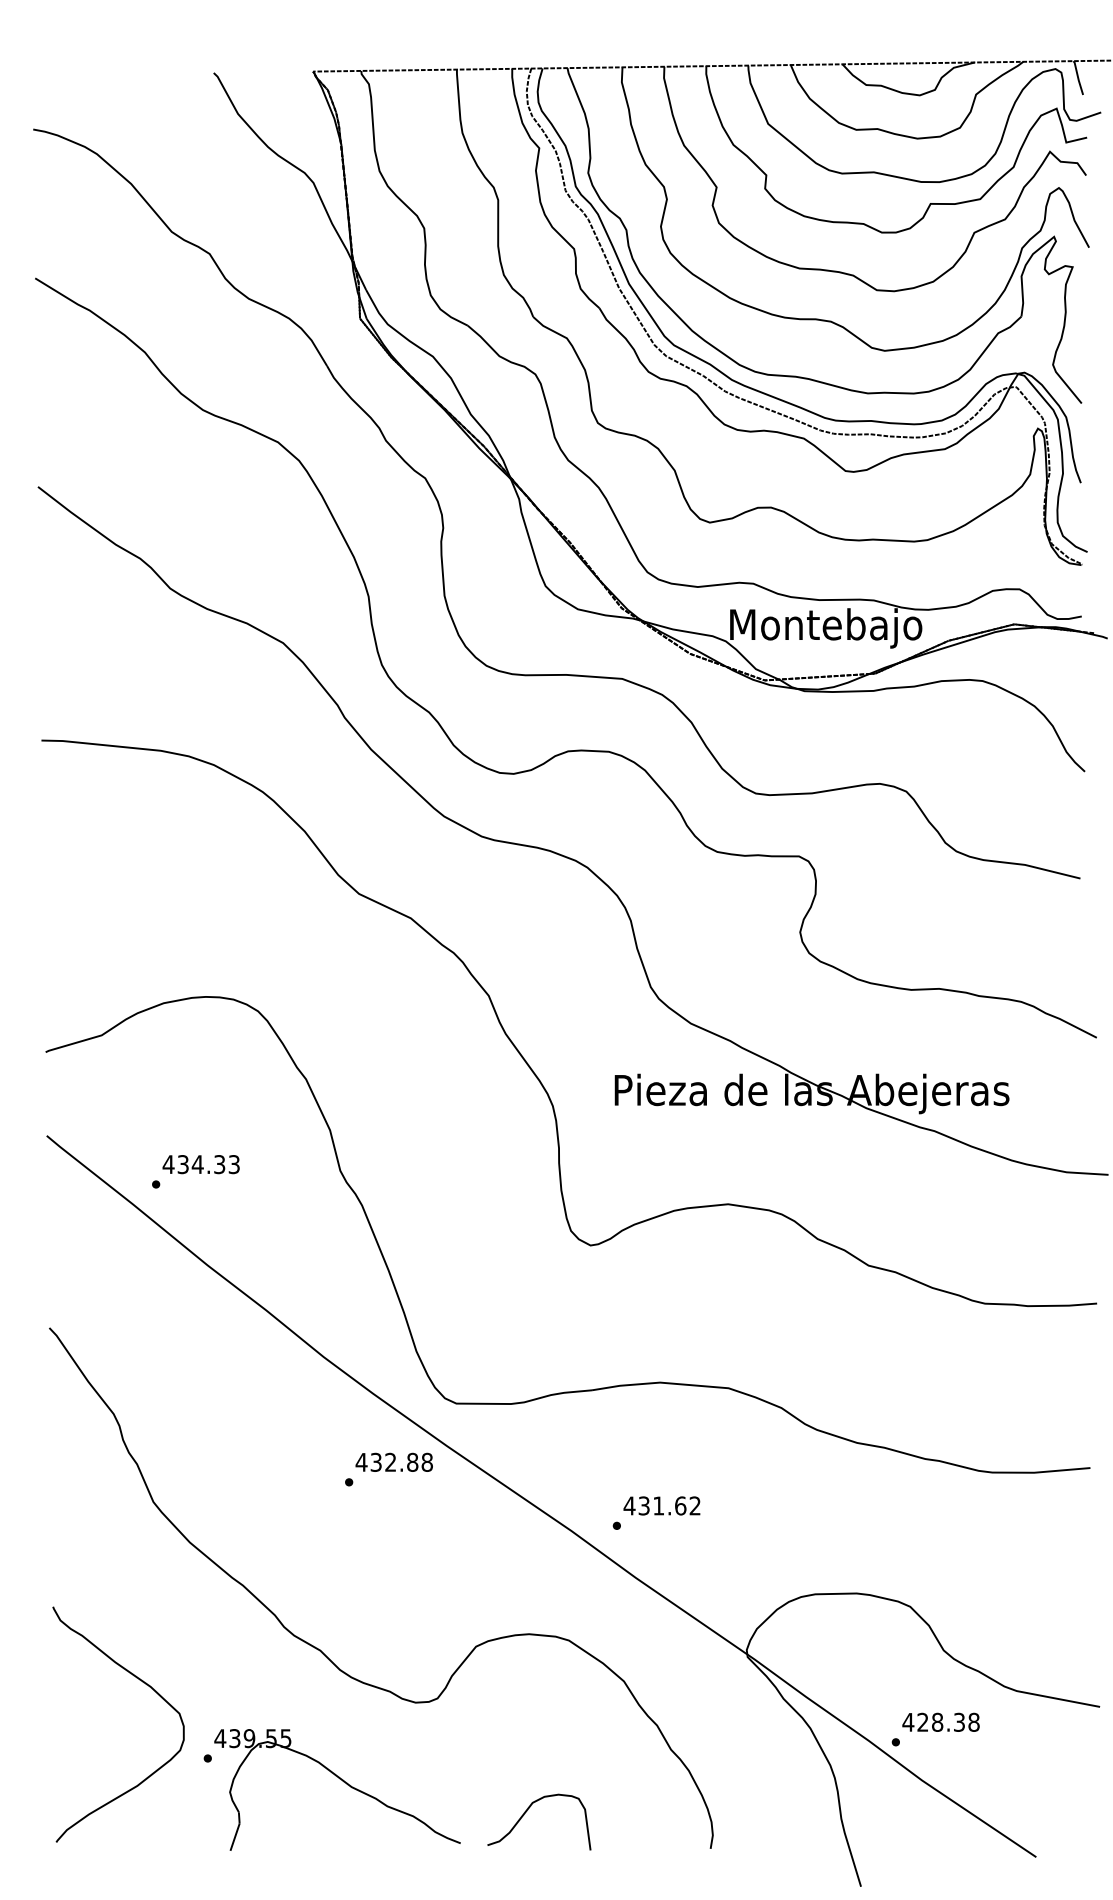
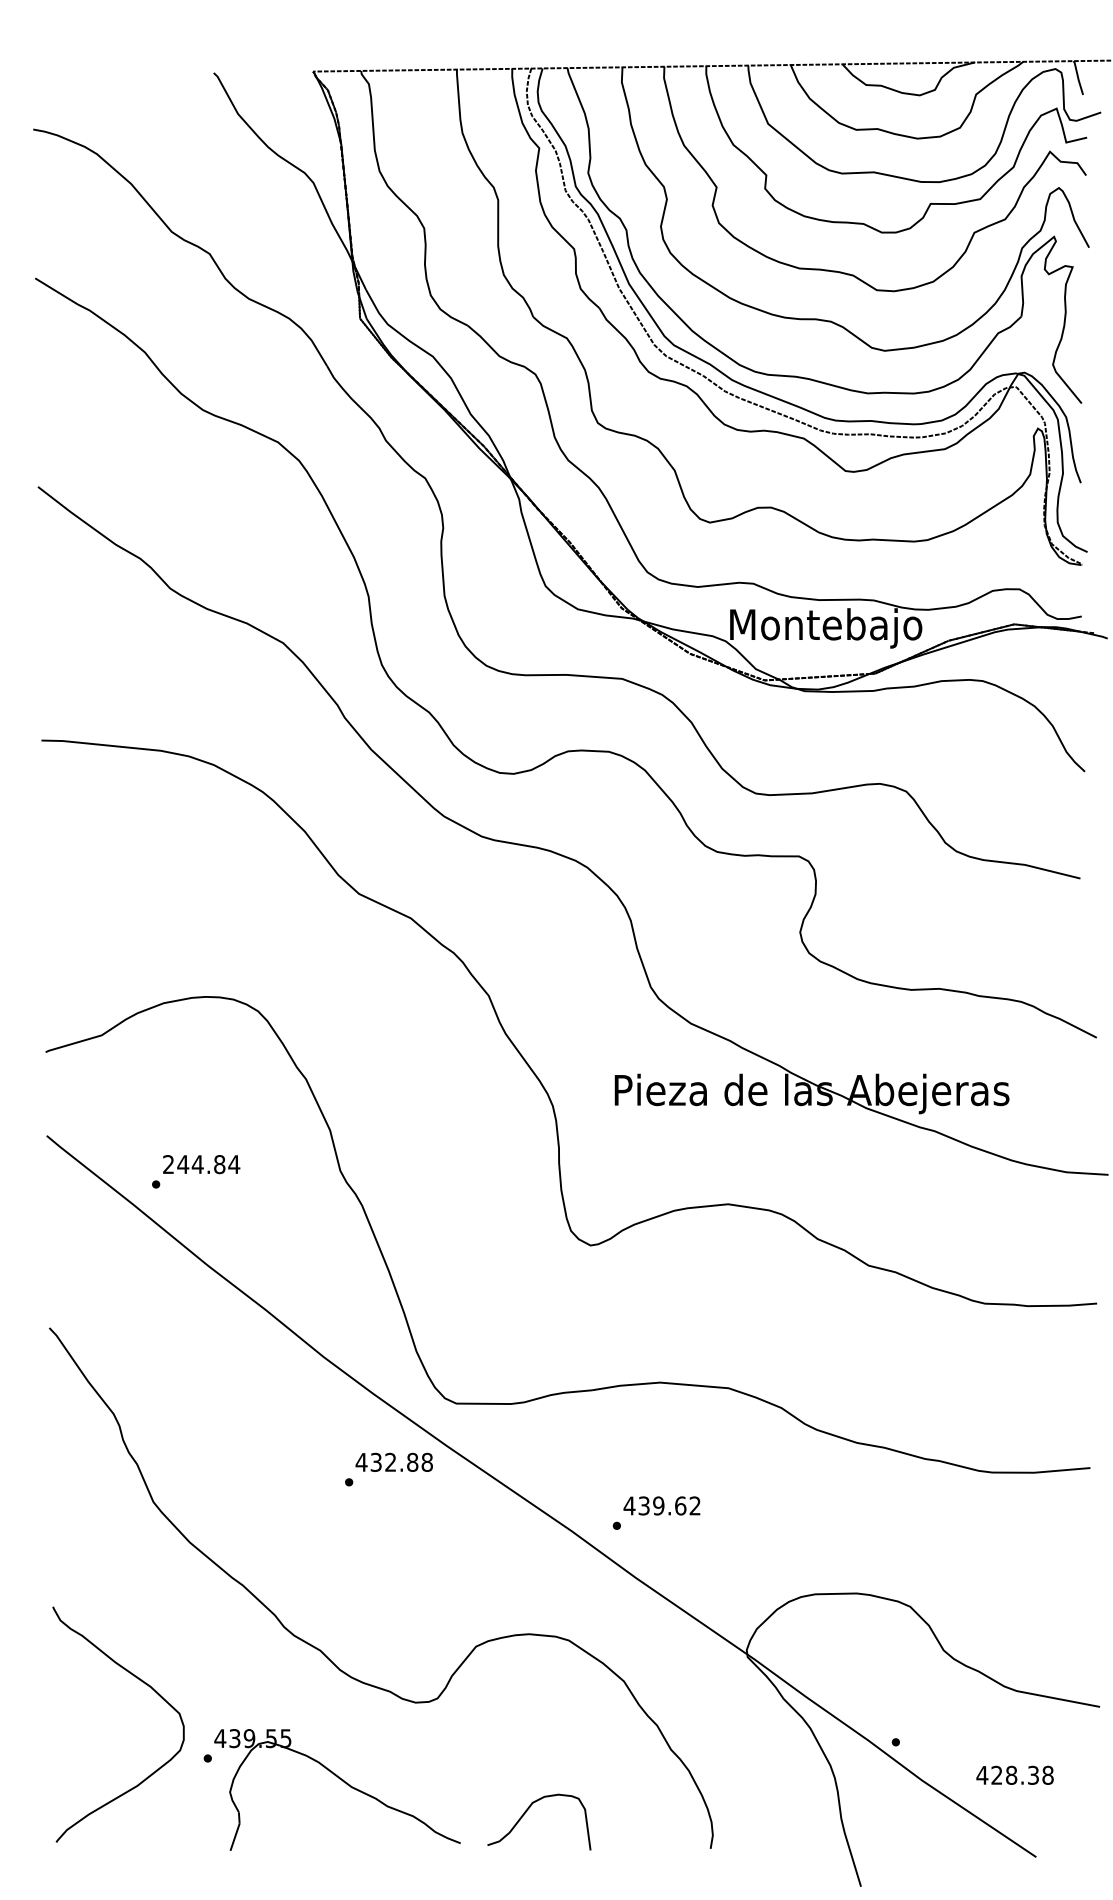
text at (201, 1164): 434.33 -> 244.84
text at (658, 1505): 431.62 -> 439.62
text at (940, 1721) position: (940, 1721) -> (1014, 1774)
